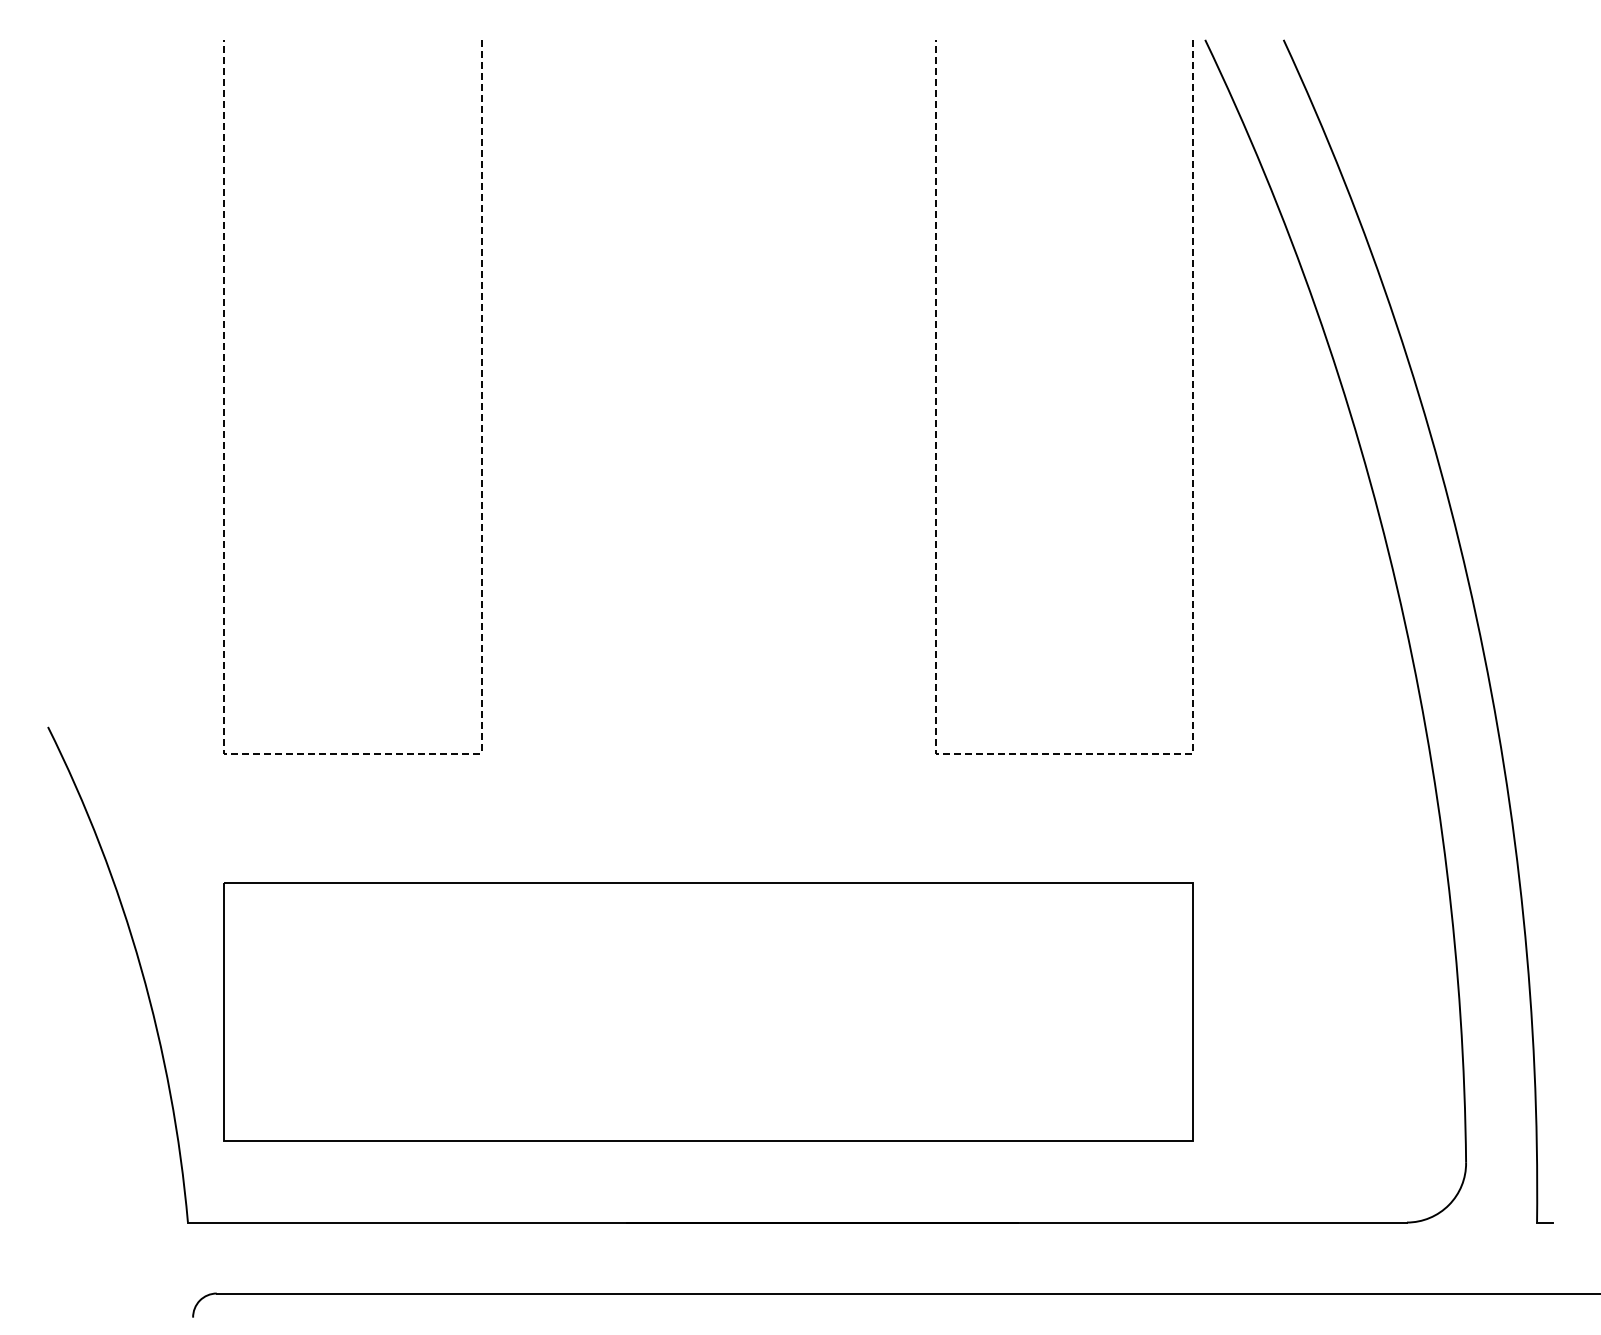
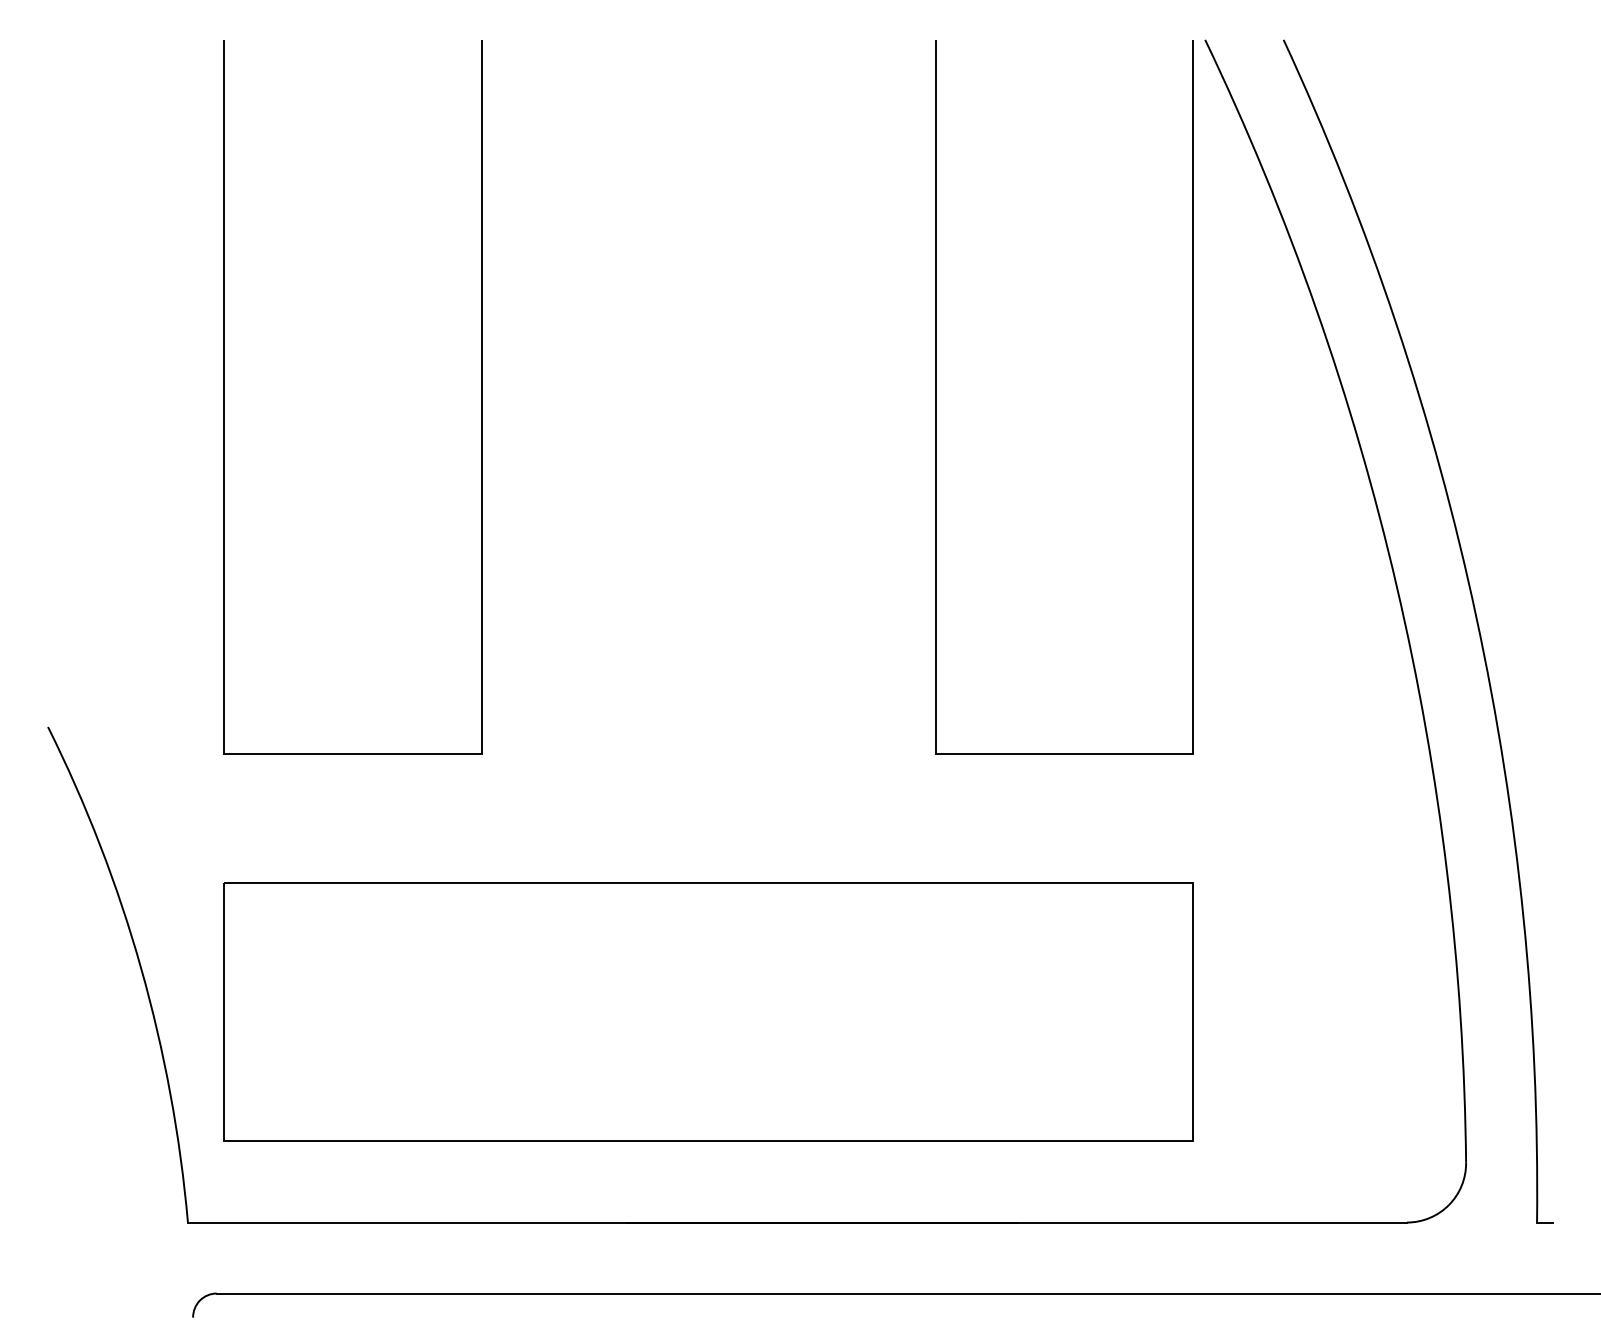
line at (352, 753): dashed -> solid
line at (1064, 753): dashed -> solid
